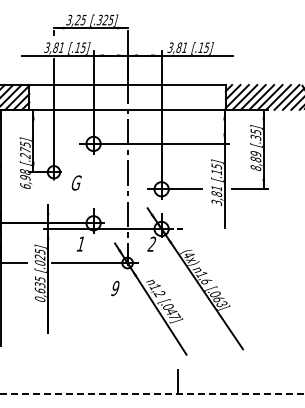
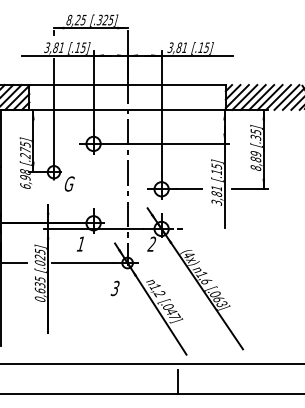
text at (69, 20): 3,25 -> 8,25
text at (76, 182) position: (76, 182) -> (69, 183)
text at (114, 288): 9 -> 3
line at (151, 364): none -> present
line at (152, 394): dashed -> solid
